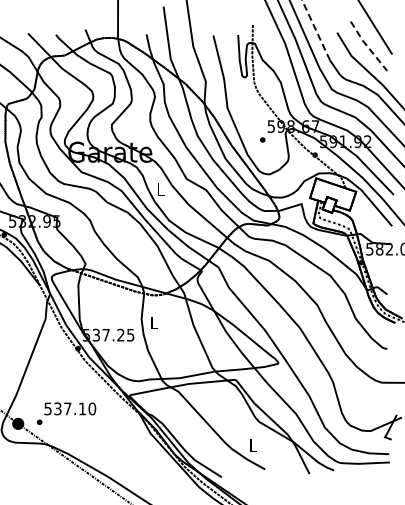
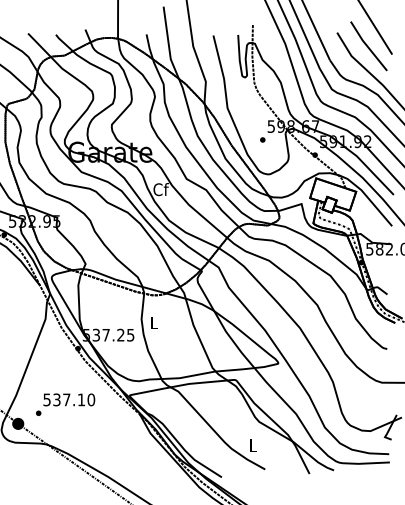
line at (315, 29): dashed -> solid
line at (367, 46): dashed -> solid
text at (160, 189): L -> Cf
text at (66, 413) position: (66, 413) -> (65, 404)
